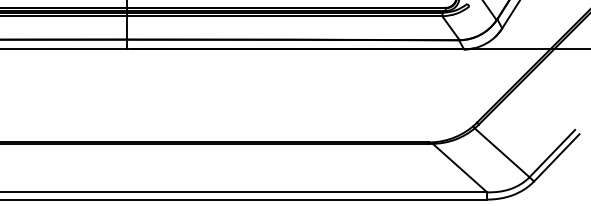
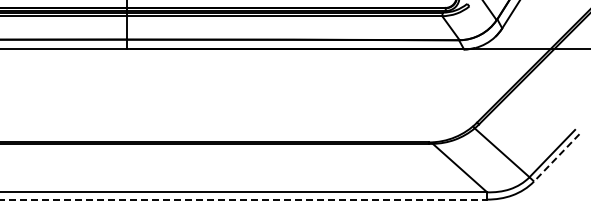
line at (556, 157): solid -> dashed
line at (244, 199): solid -> dashed
